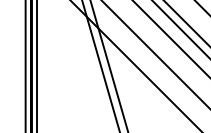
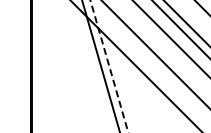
line at (25, 65): present -> none
line at (36, 65): present -> none
line at (109, 66): solid -> dashed
